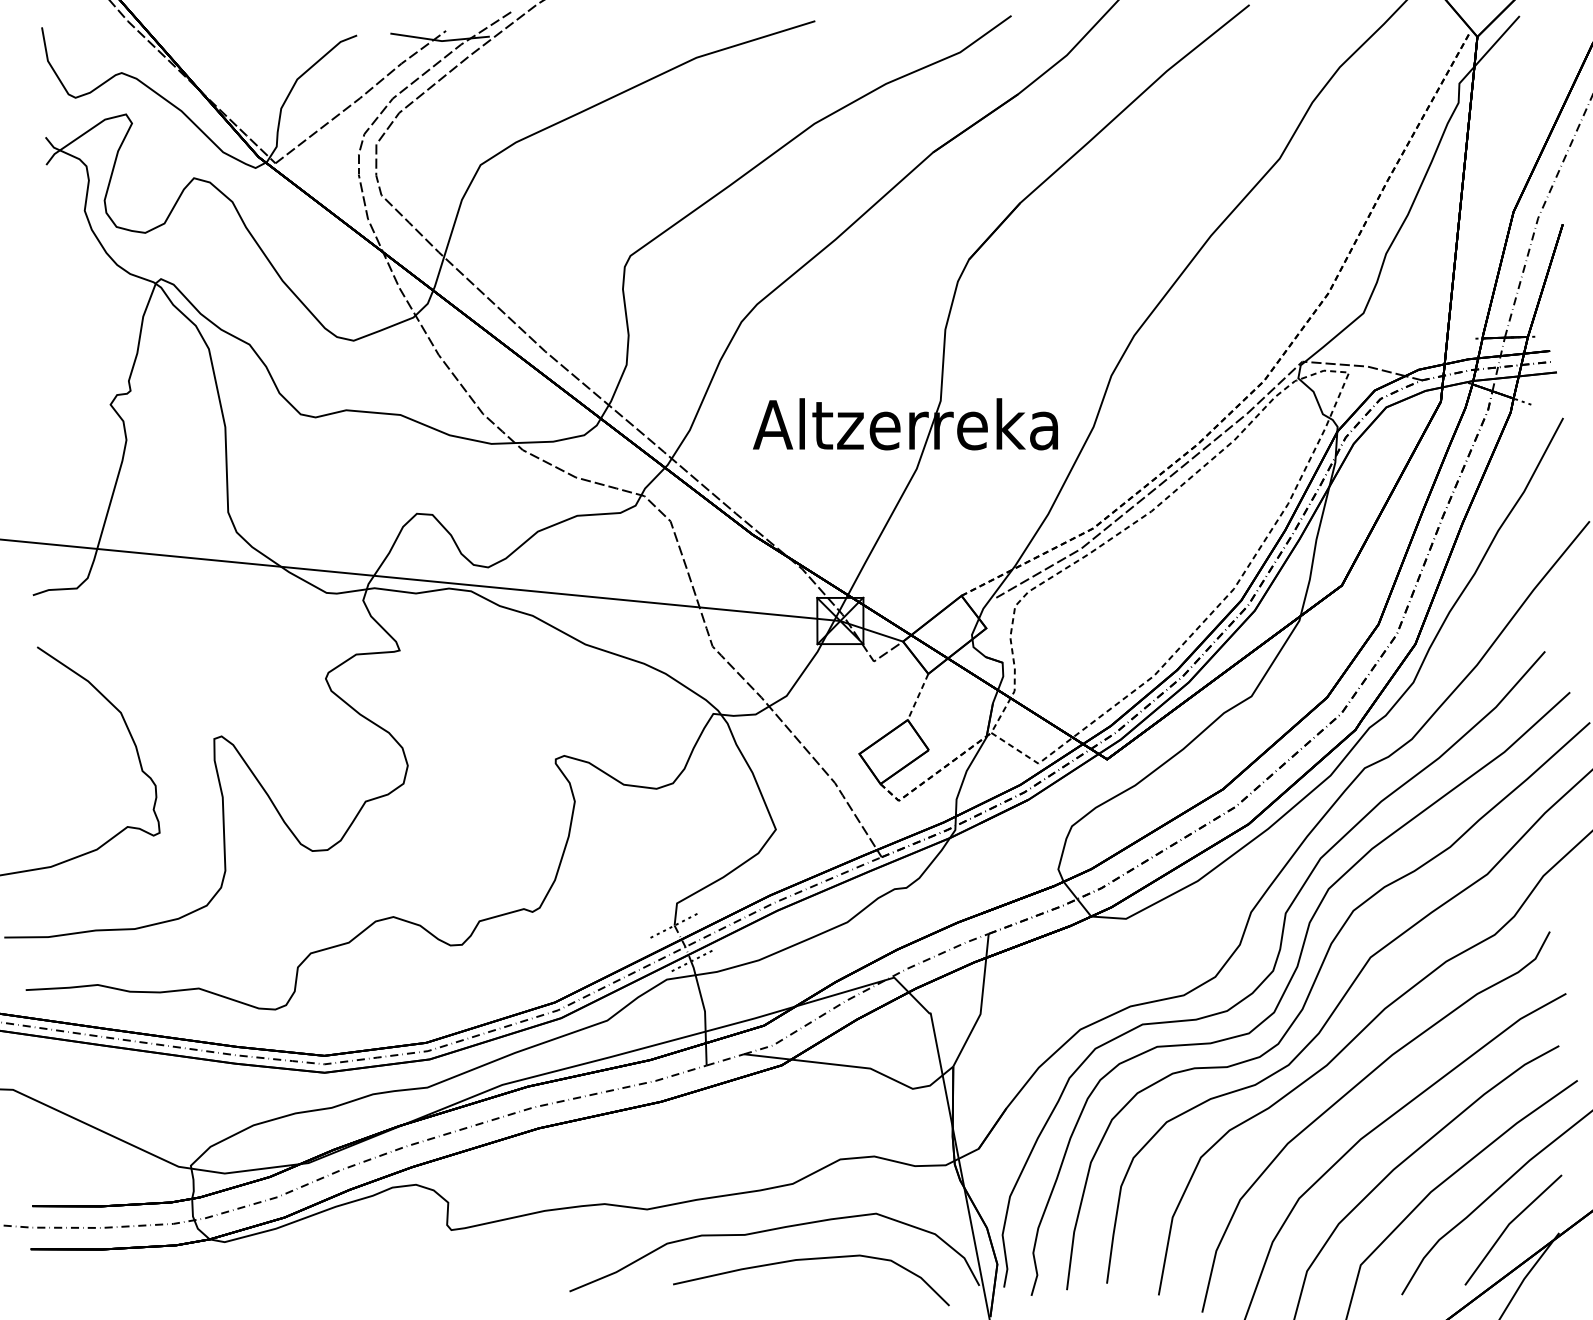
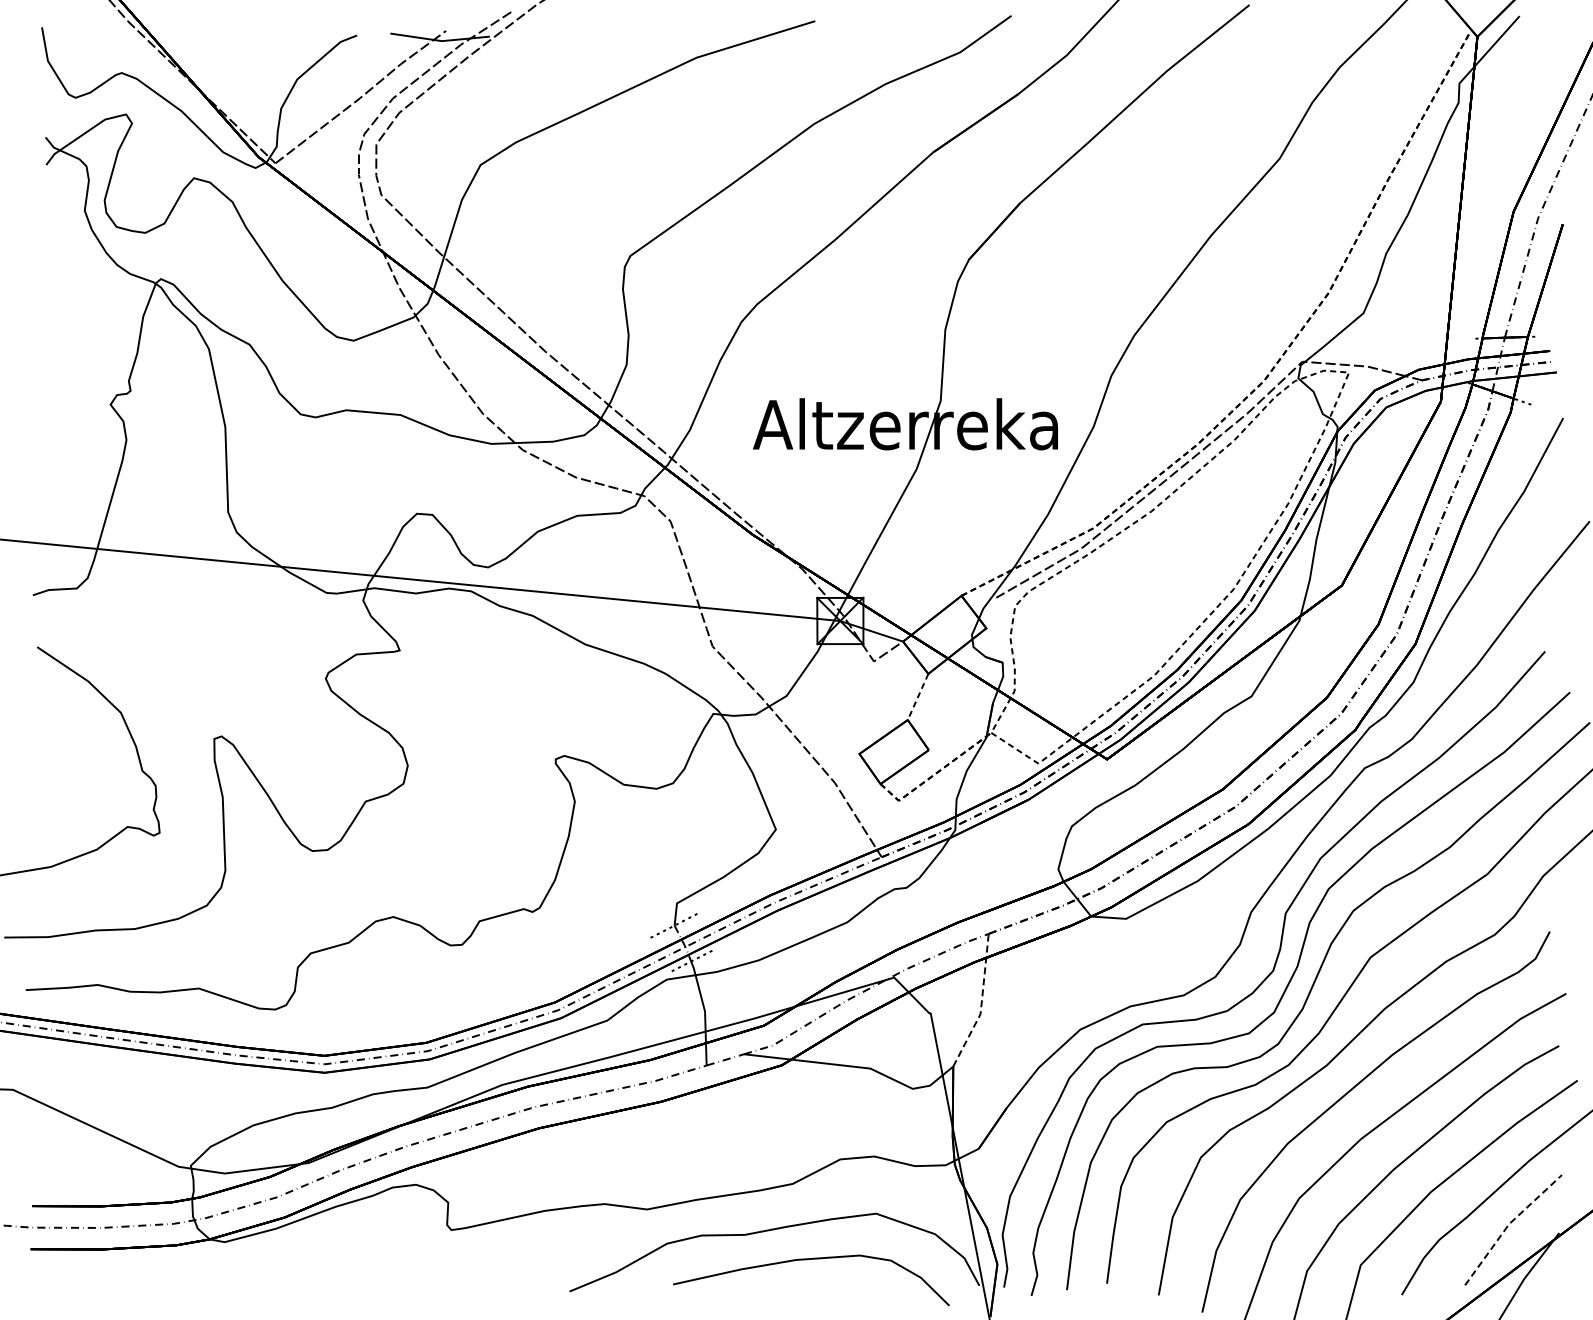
line at (981, 1004): solid -> dashed
line at (1508, 1224): solid -> dashed
